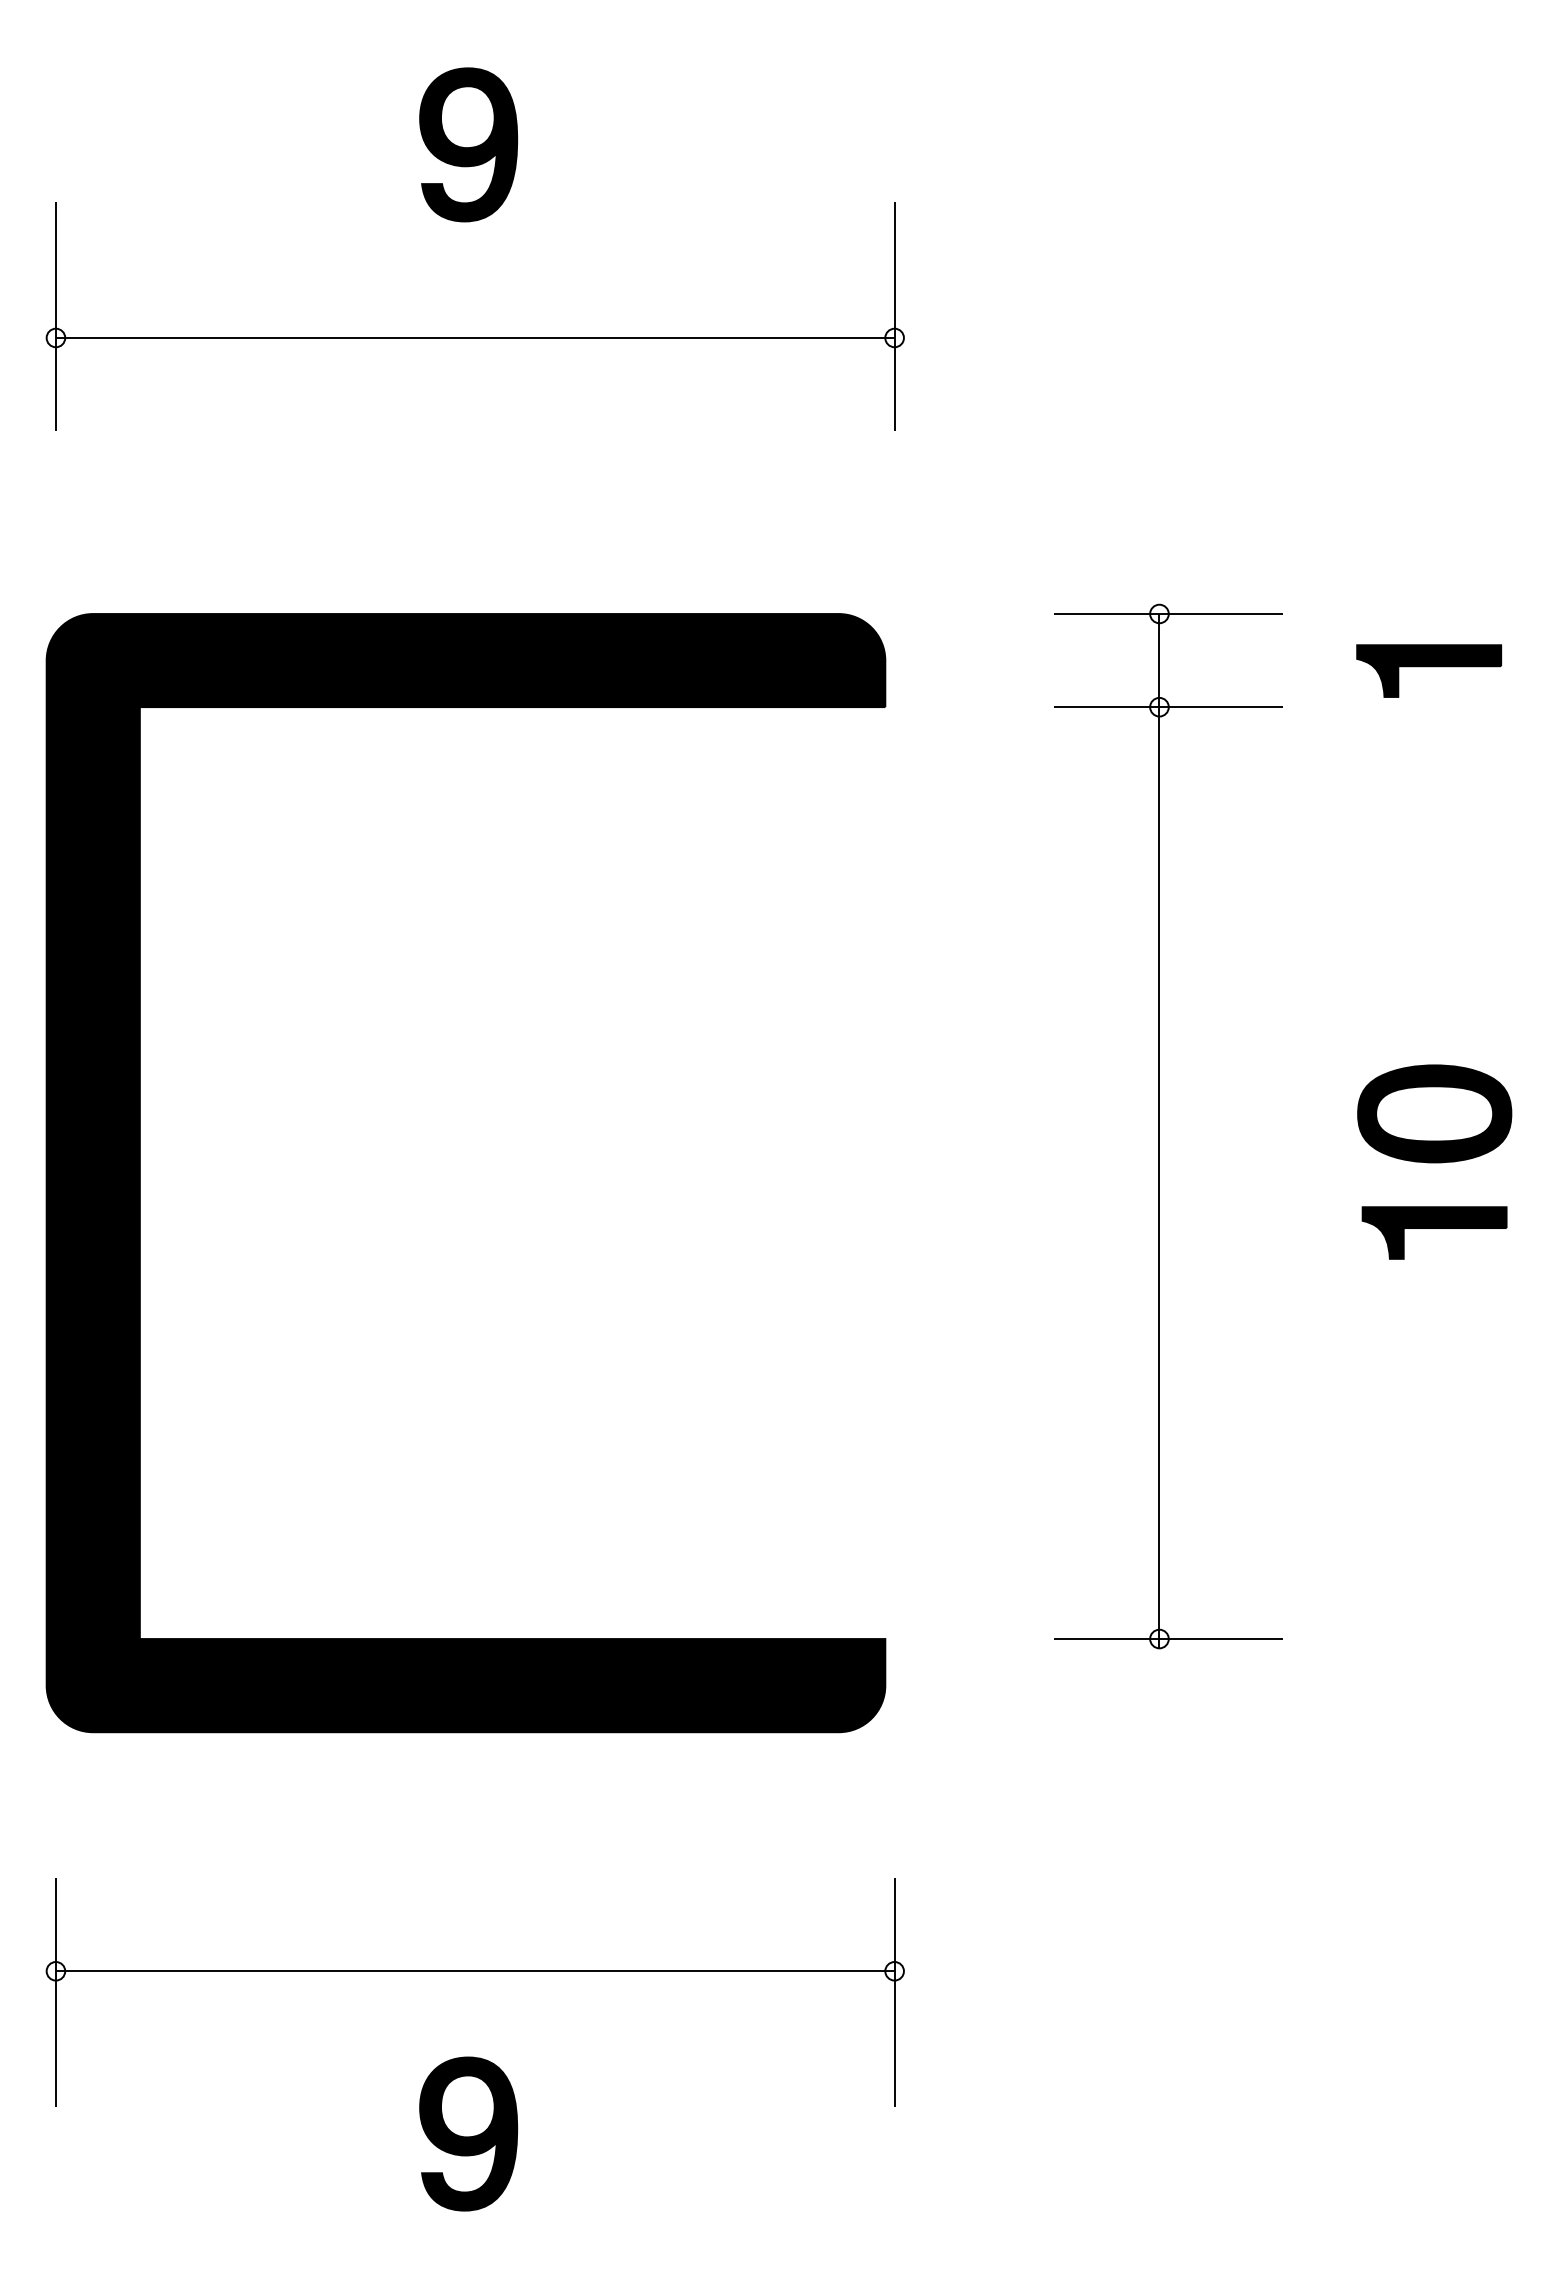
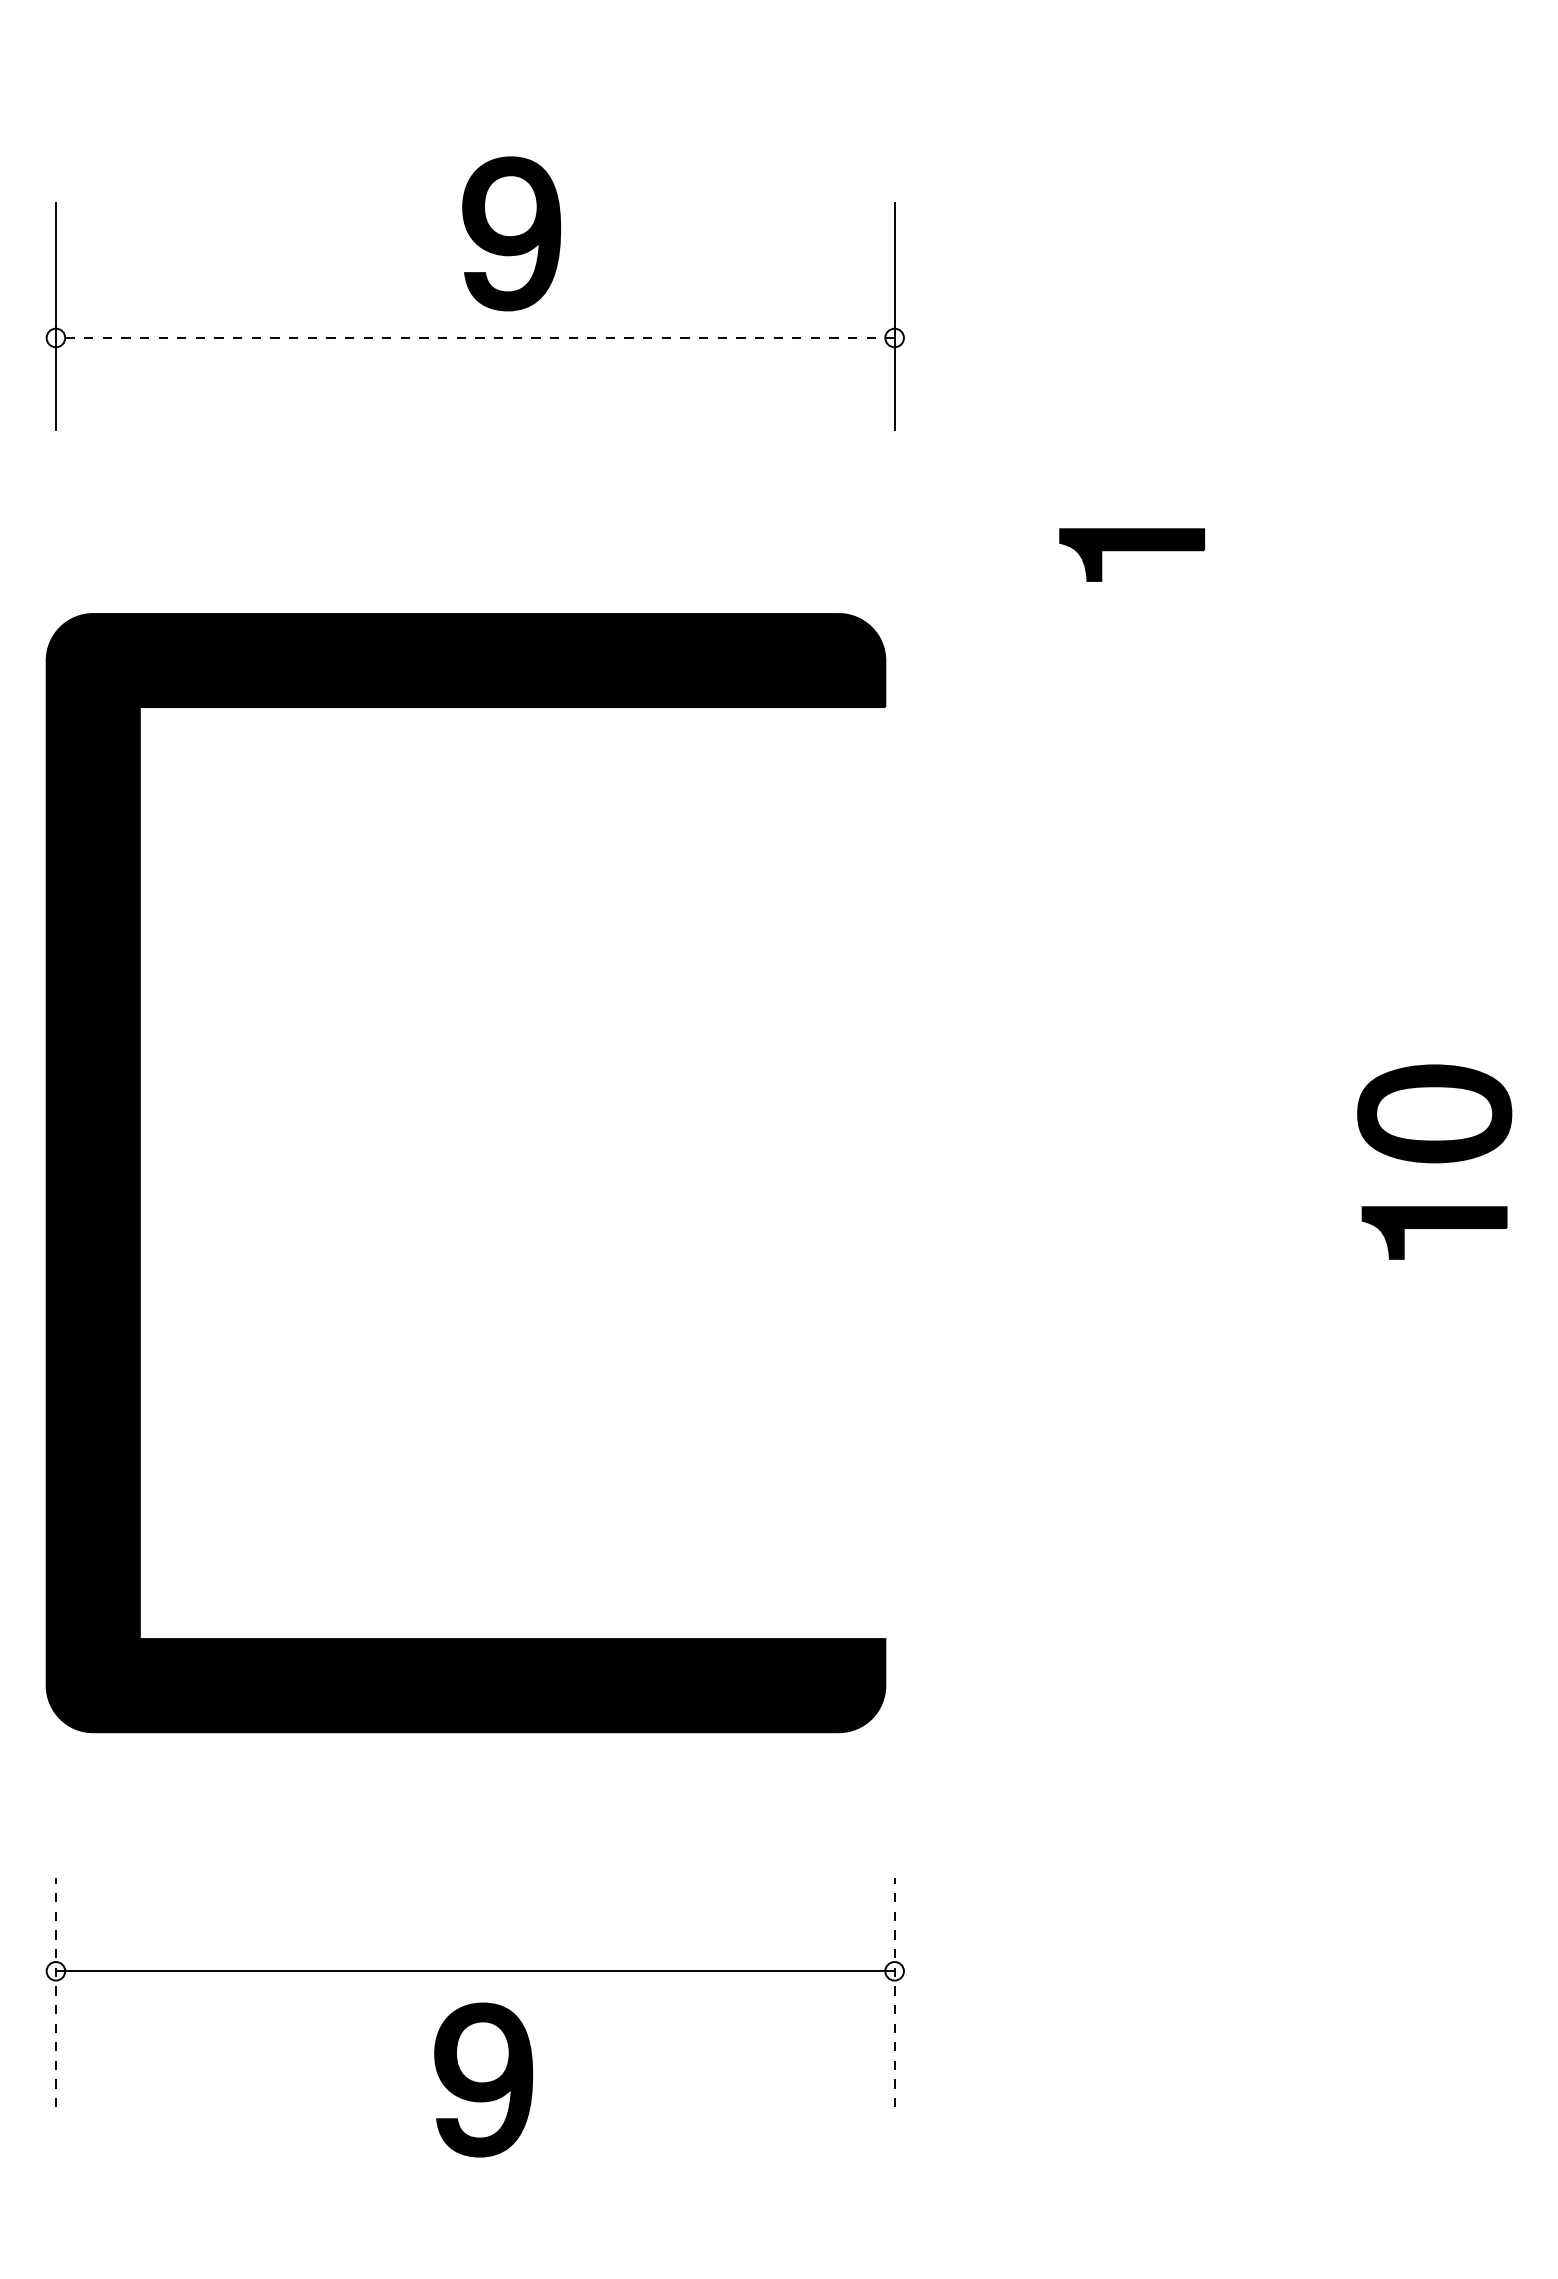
part at (468, 144) position: (468, 144) -> (511, 233)
line at (474, 337): solid -> dashed
part at (1429, 670) position: (1429, 670) -> (1132, 554)
part at (1159, 1126): present -> none
line at (55, 1992): solid -> dashed
line at (894, 1992): solid -> dashed
part at (468, 2133) position: (468, 2133) -> (483, 2079)
